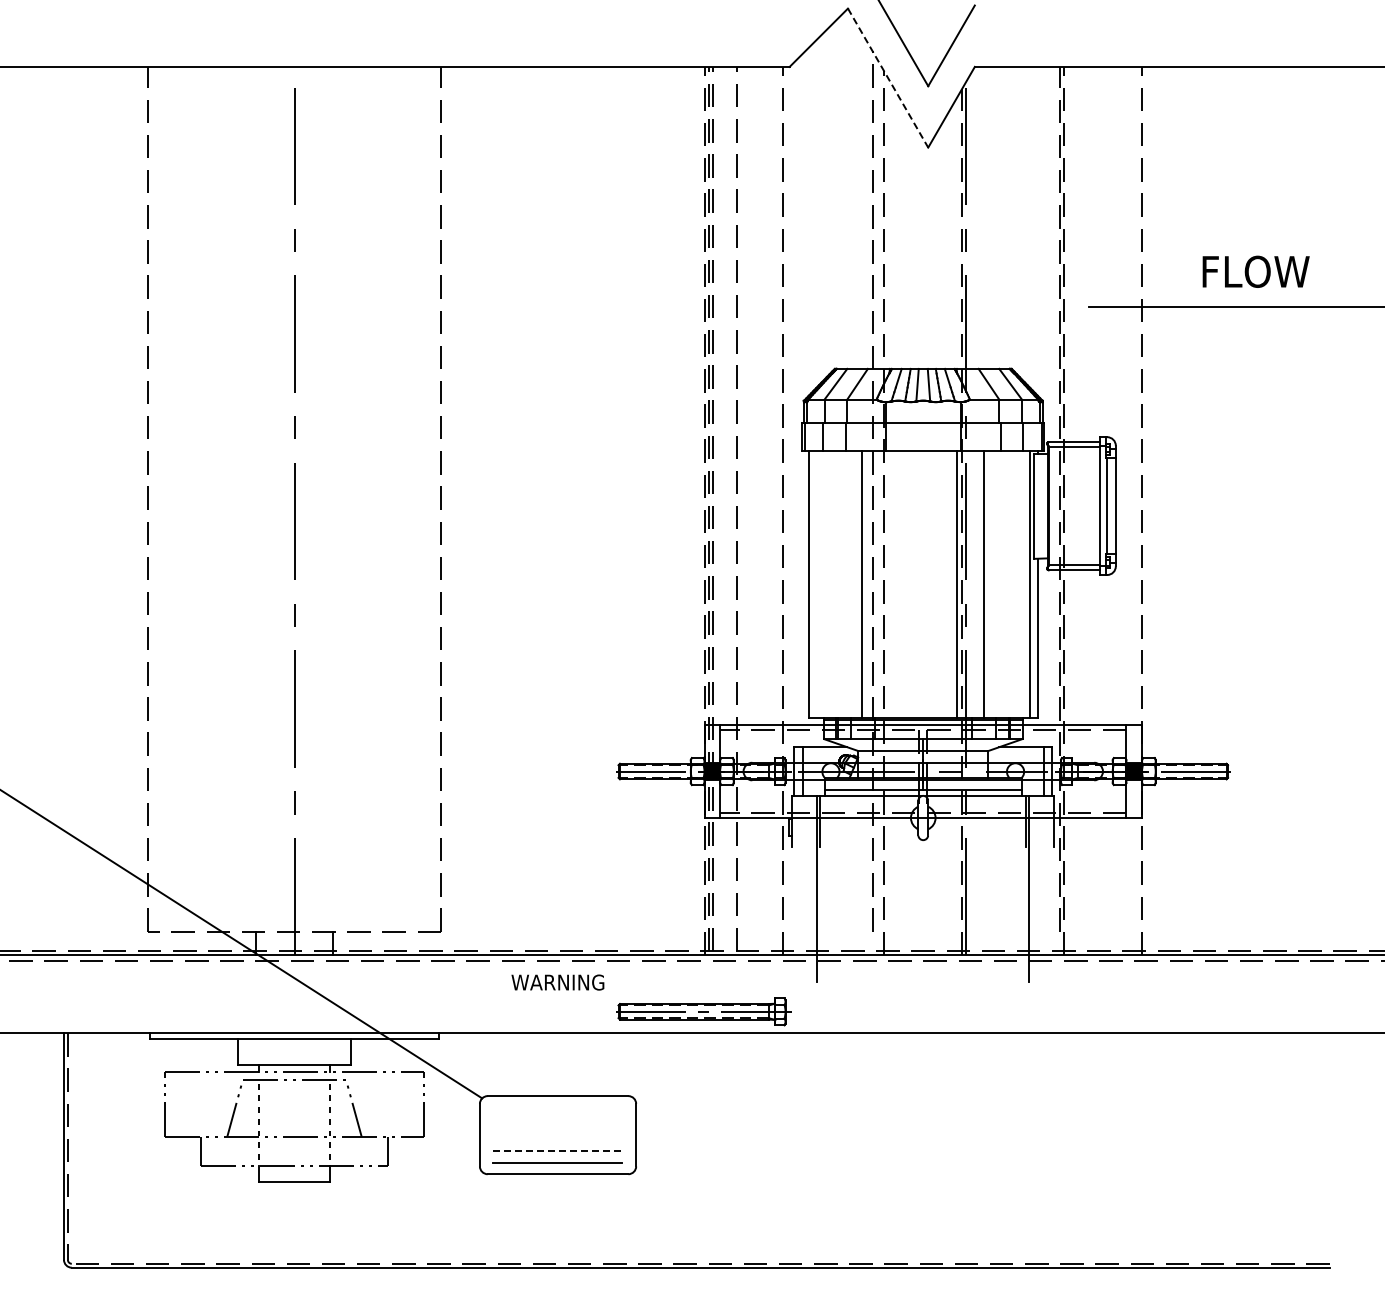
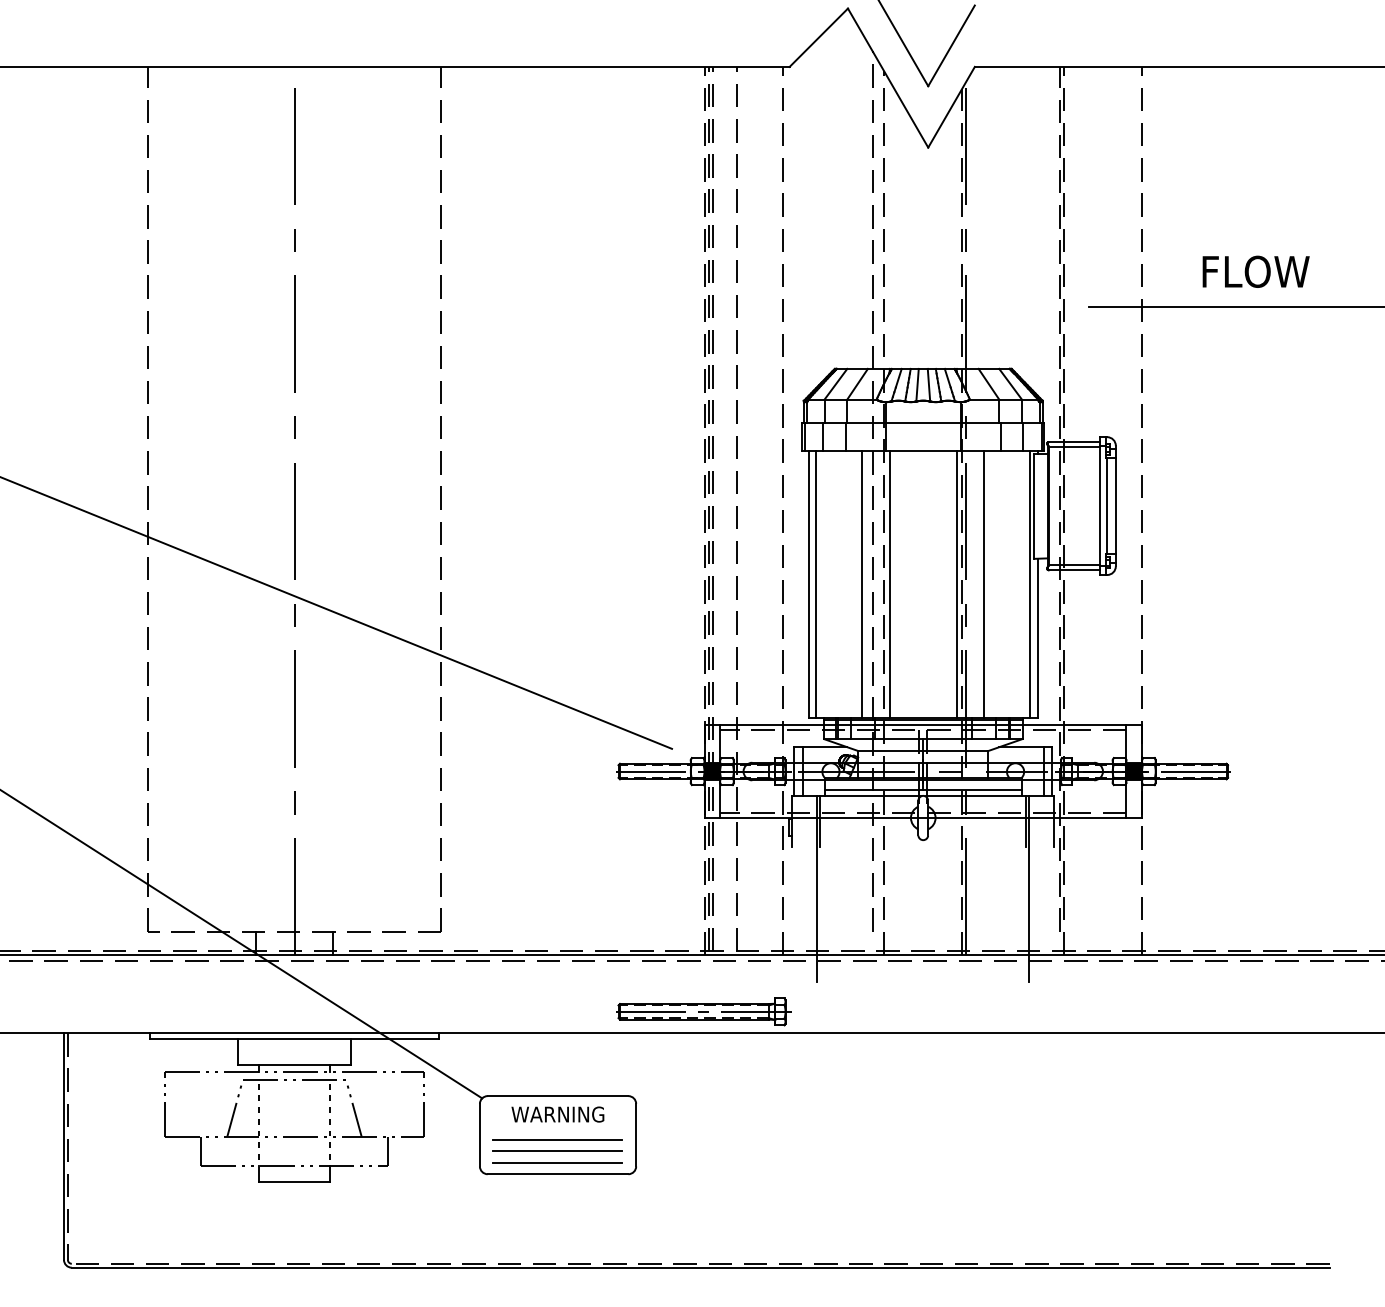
line at (888, 78): dashed -> solid
line at (816, 584): none -> present
line at (889, 584): none -> present
line at (337, 612): none -> present
text at (557, 982) position: (557, 982) -> (557, 1114)
line at (557, 1139): none -> present
line at (558, 1150): dashed -> solid
